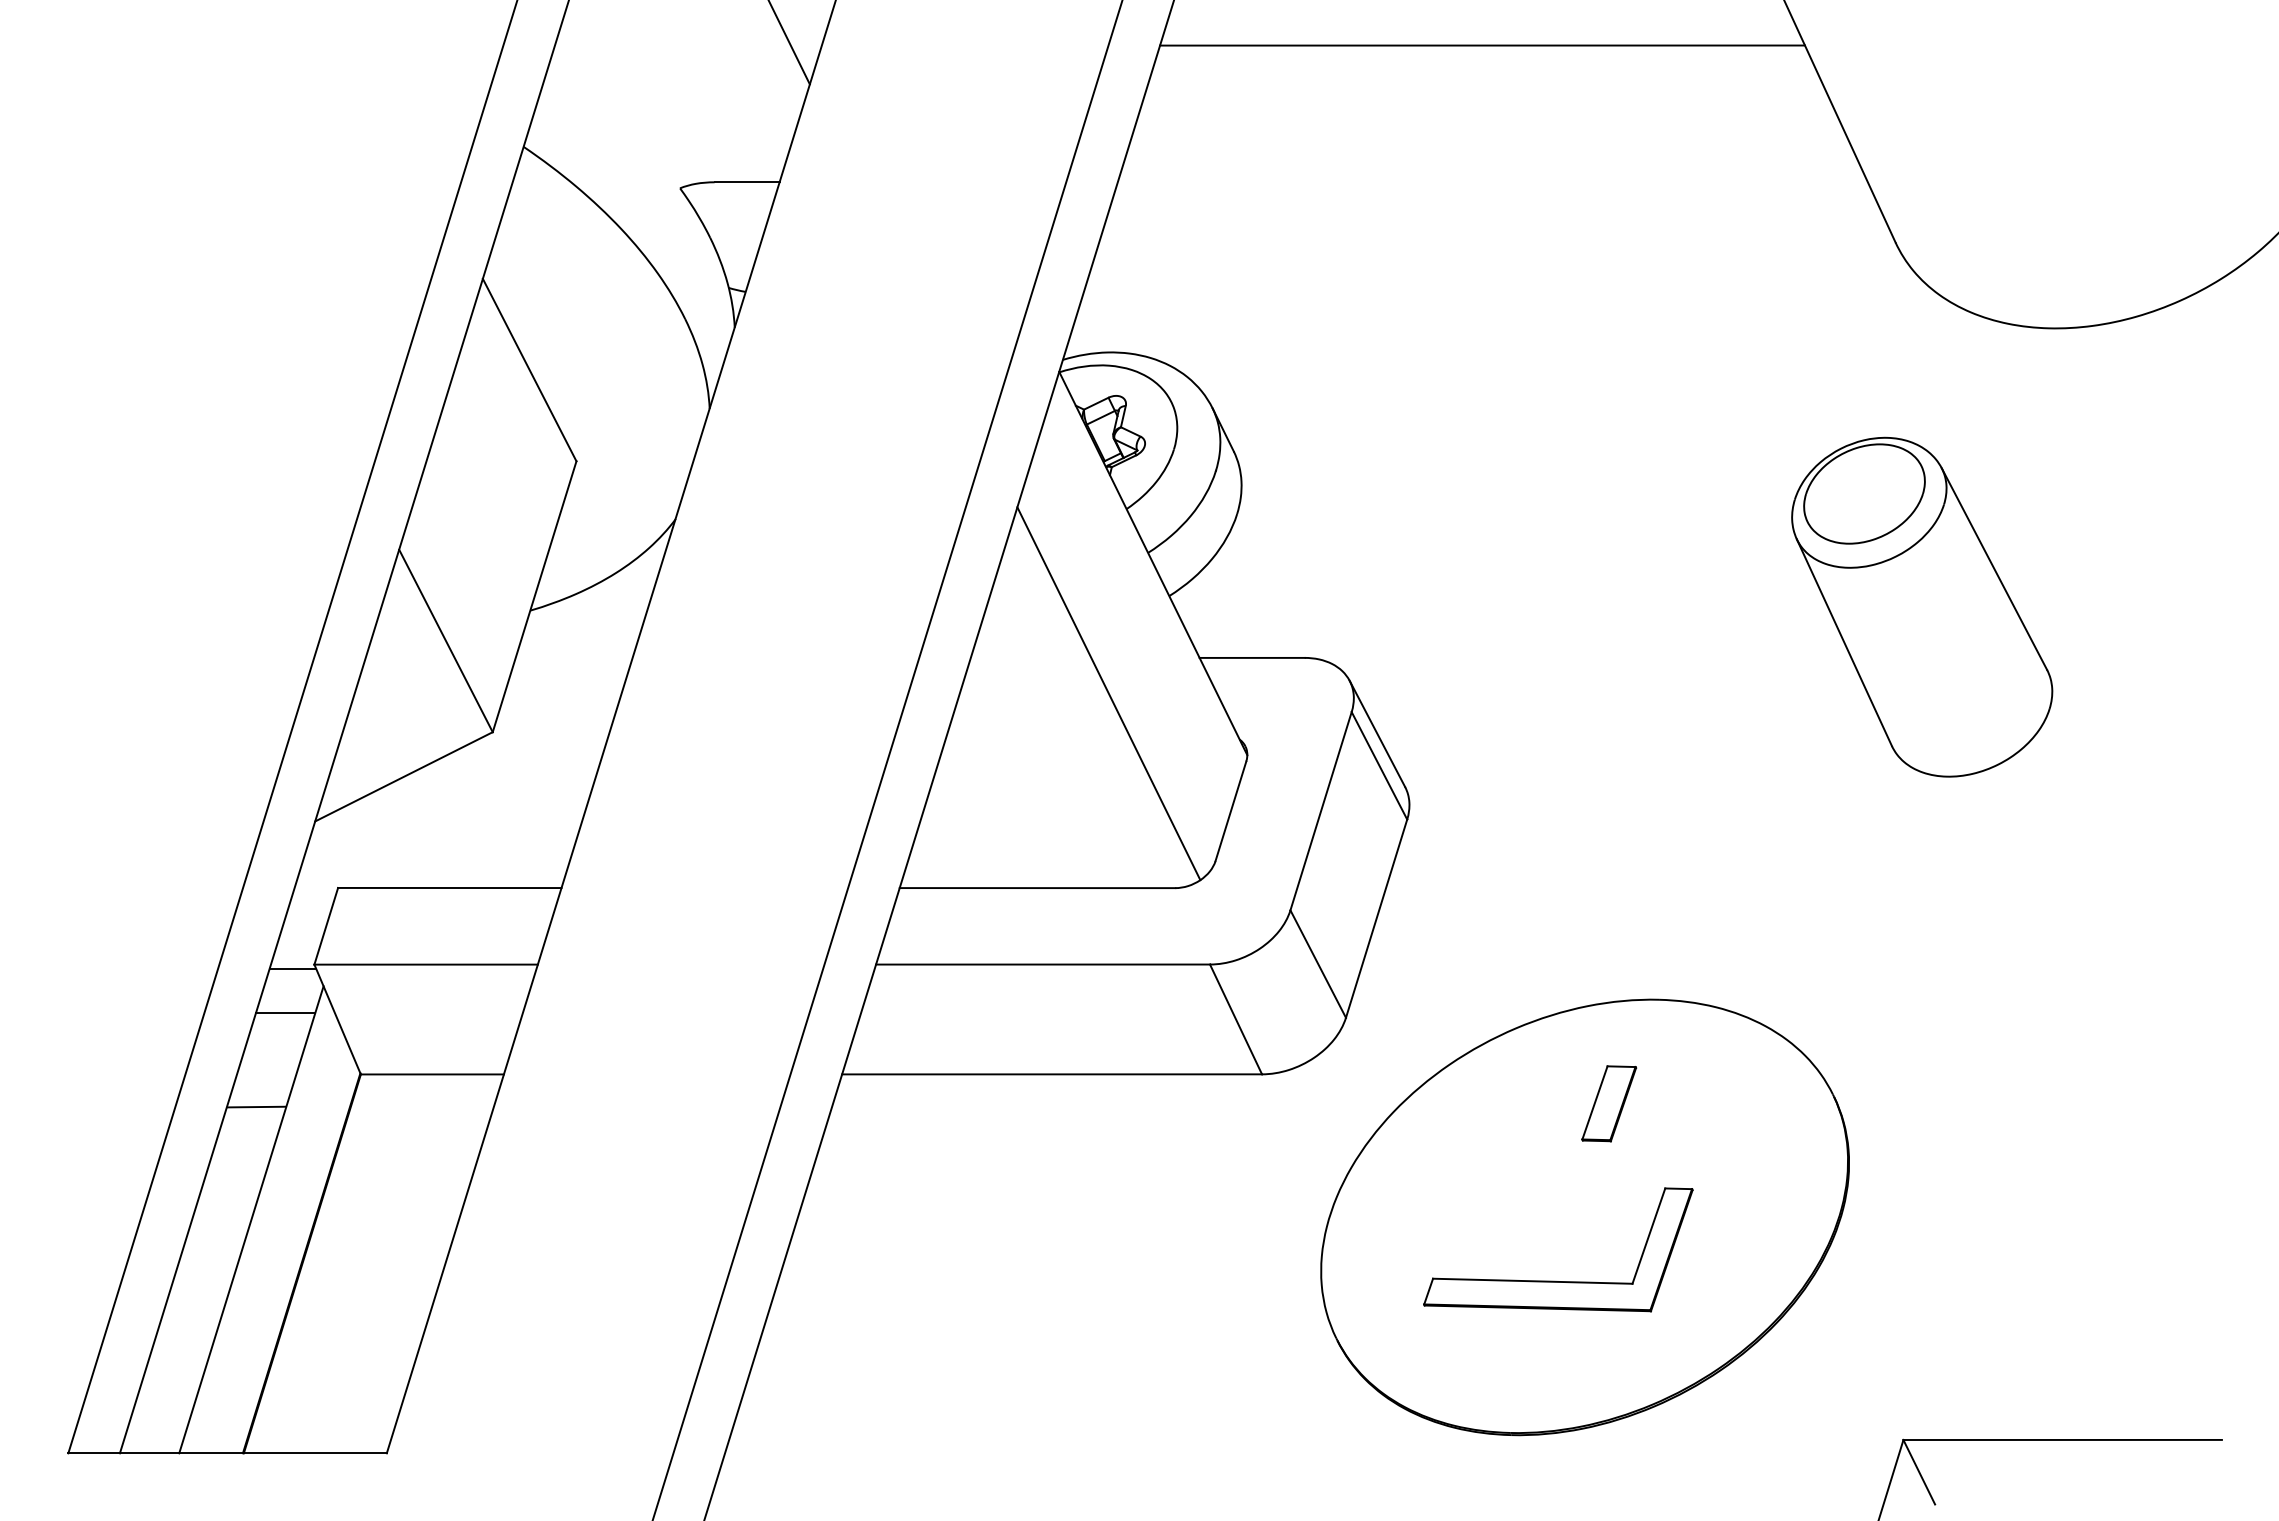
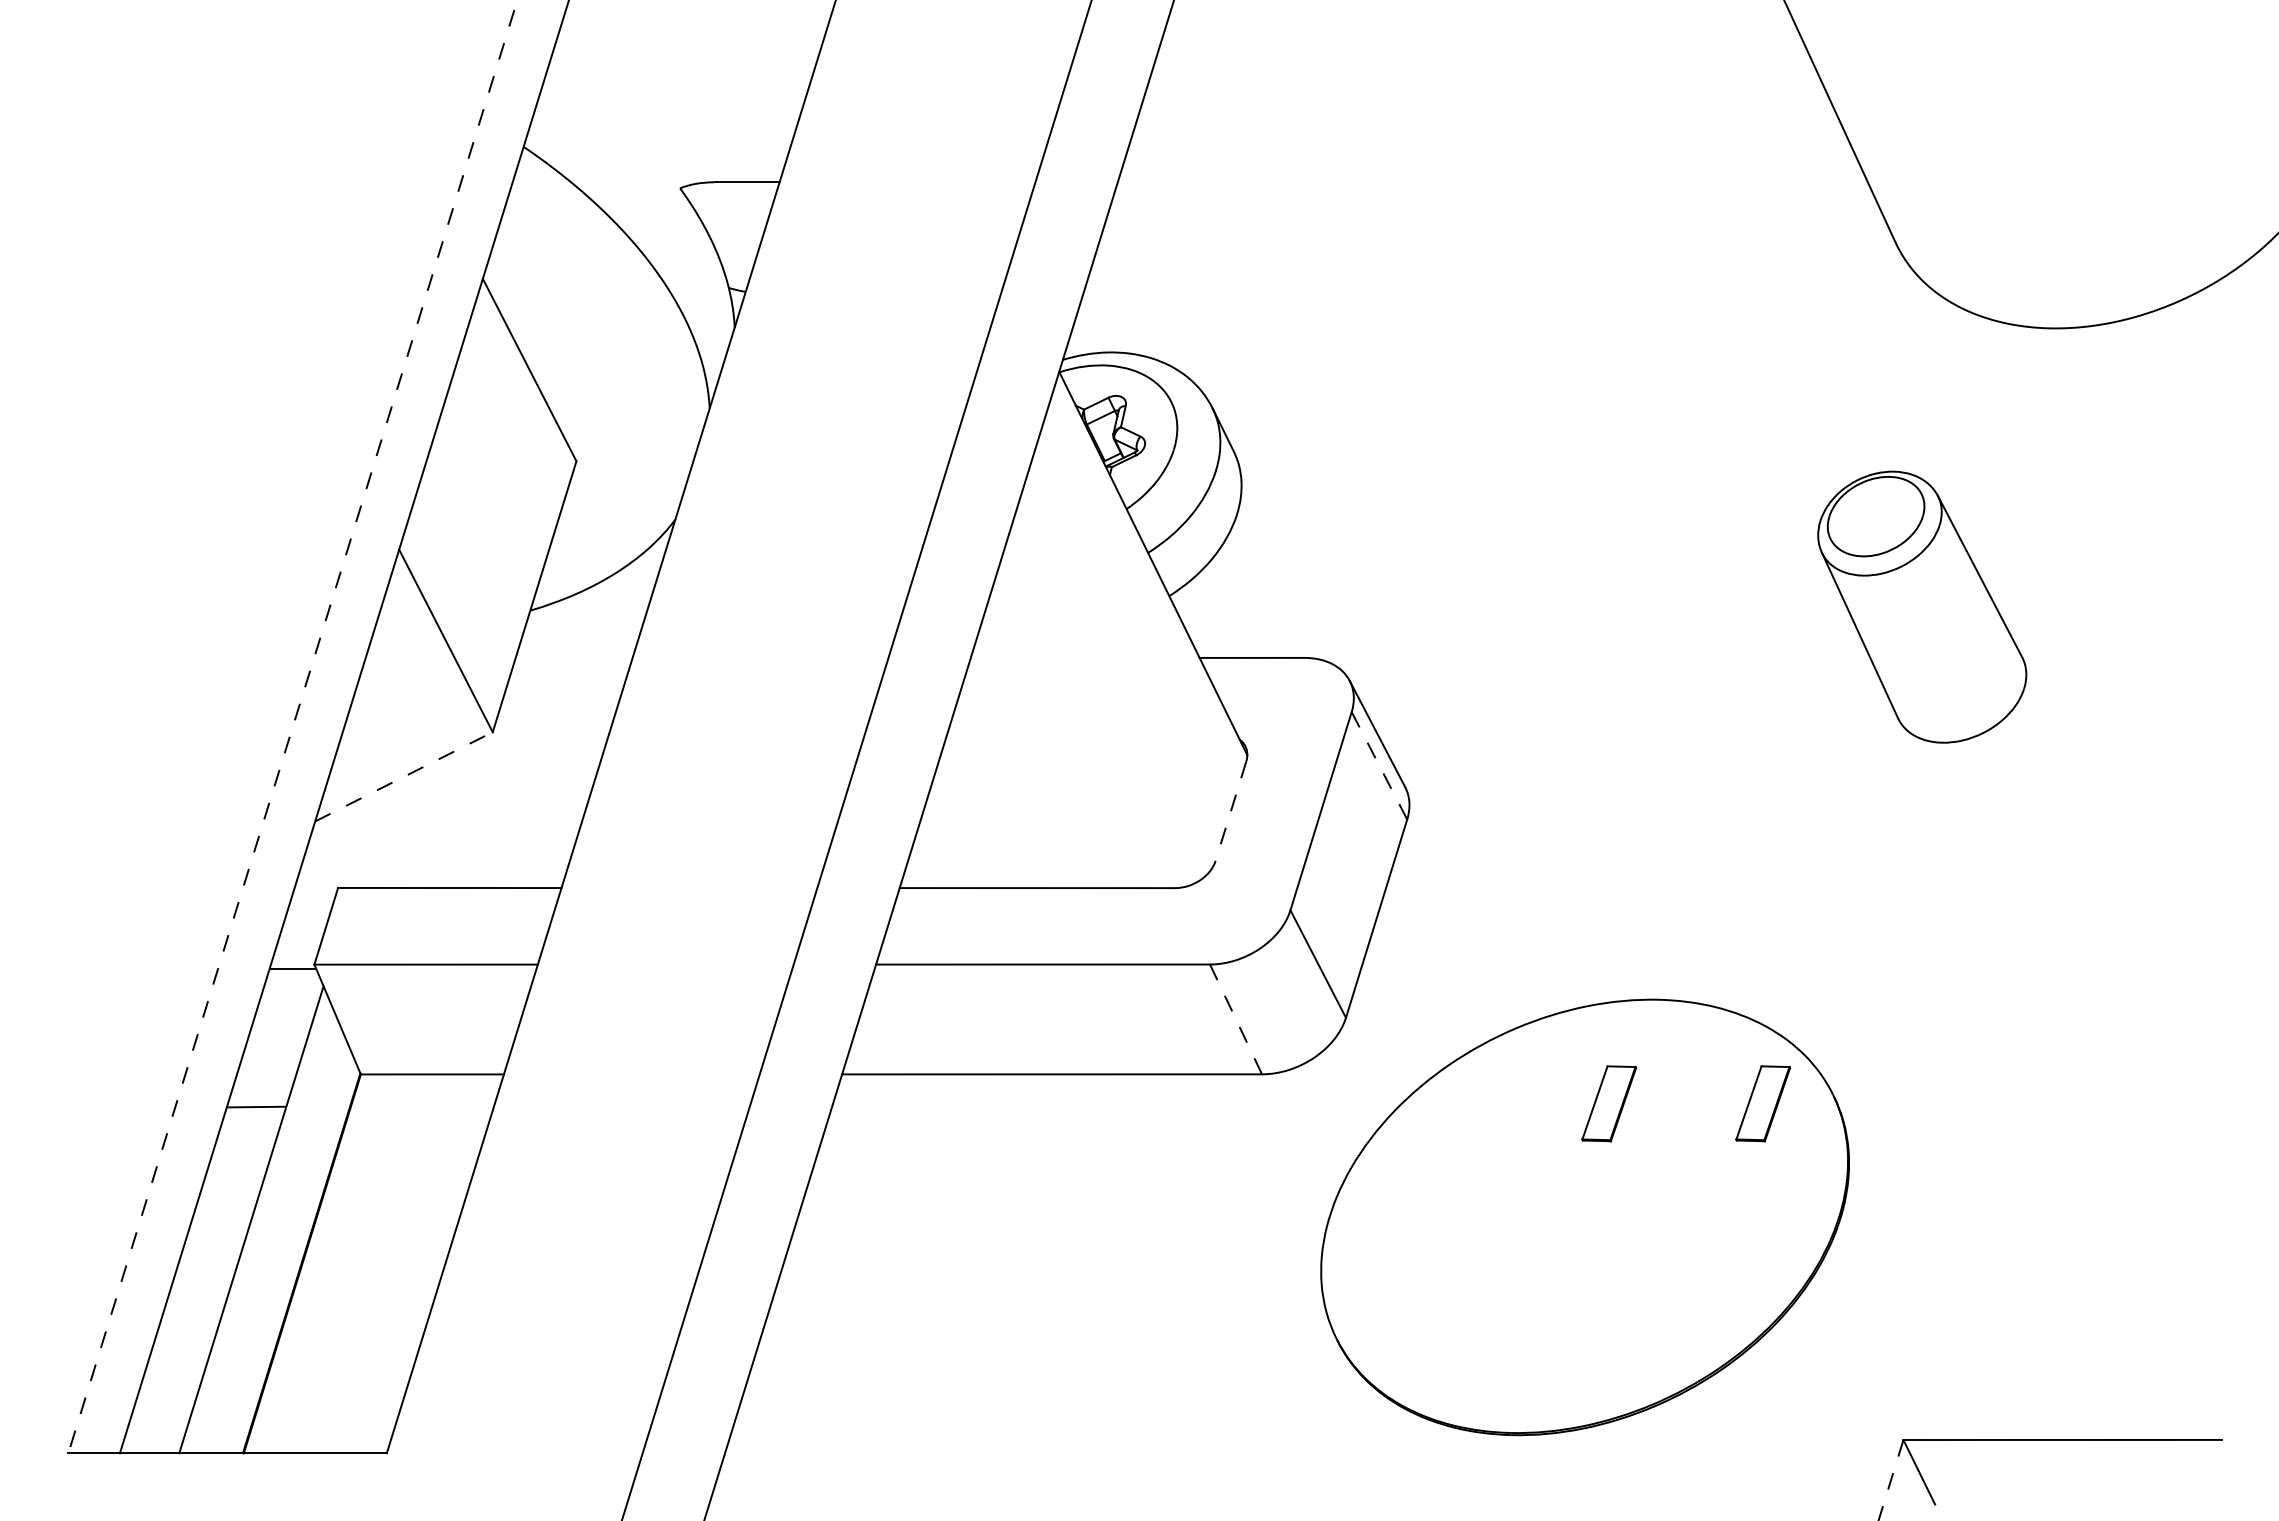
line at (789, 43): present -> none
line at (1482, 45): present -> none
part at (1922, 606) size: 263x342 px -> 211x274 px
line at (1108, 693): present -> none
line at (292, 727): solid -> dashed
line at (887, 759) position: (887, 759) -> (856, 759)
line at (1379, 766): solid -> dashed
line at (404, 776): solid -> dashed
line at (1230, 811): solid -> dashed
line at (285, 1012): present -> none
line at (1236, 1019): solid -> dashed
part at (1763, 1103): none -> present
part at (1555, 1280): present -> none
line at (1891, 1480): solid -> dashed
